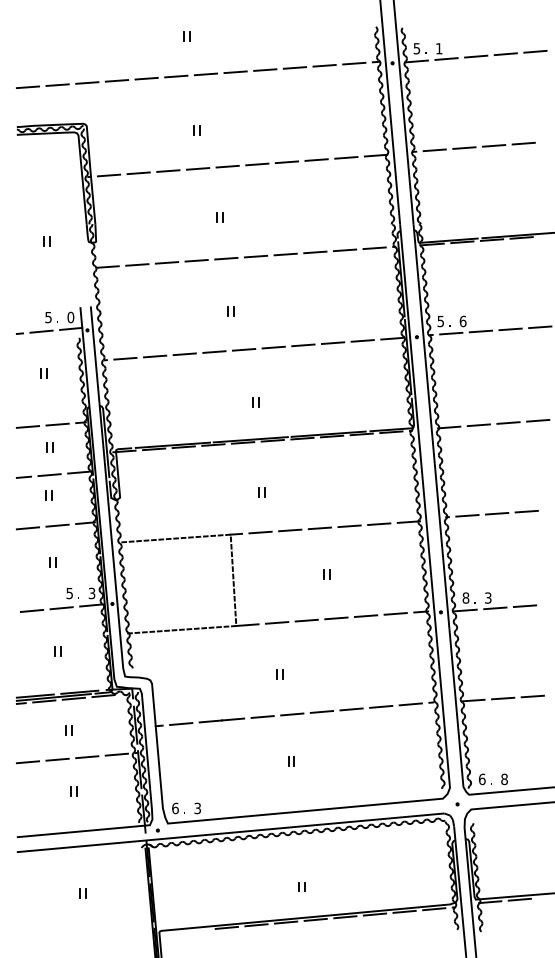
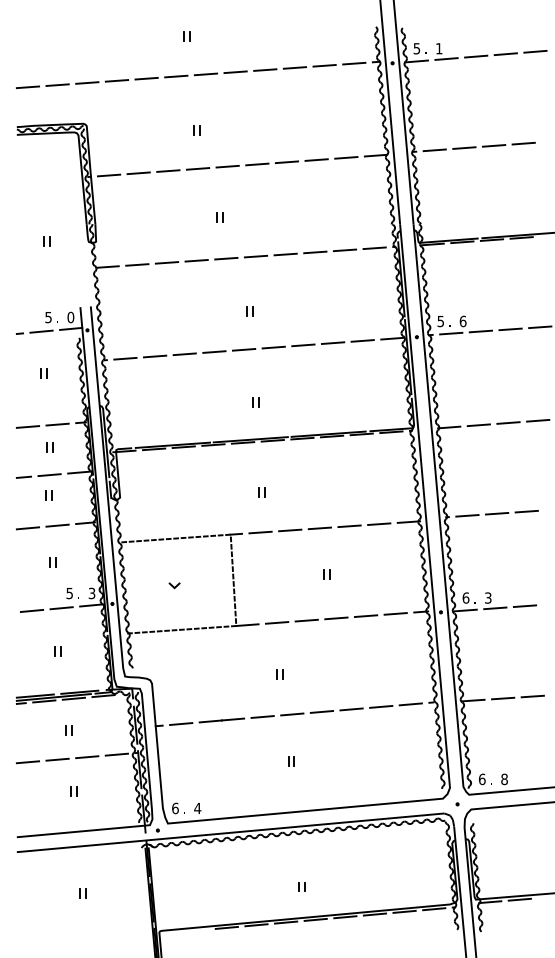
part at (230, 311) position: (230, 311) -> (249, 311)
line at (173, 585): none -> present
text at (465, 597): 8 -> 6
text at (197, 808): 3 -> 4
